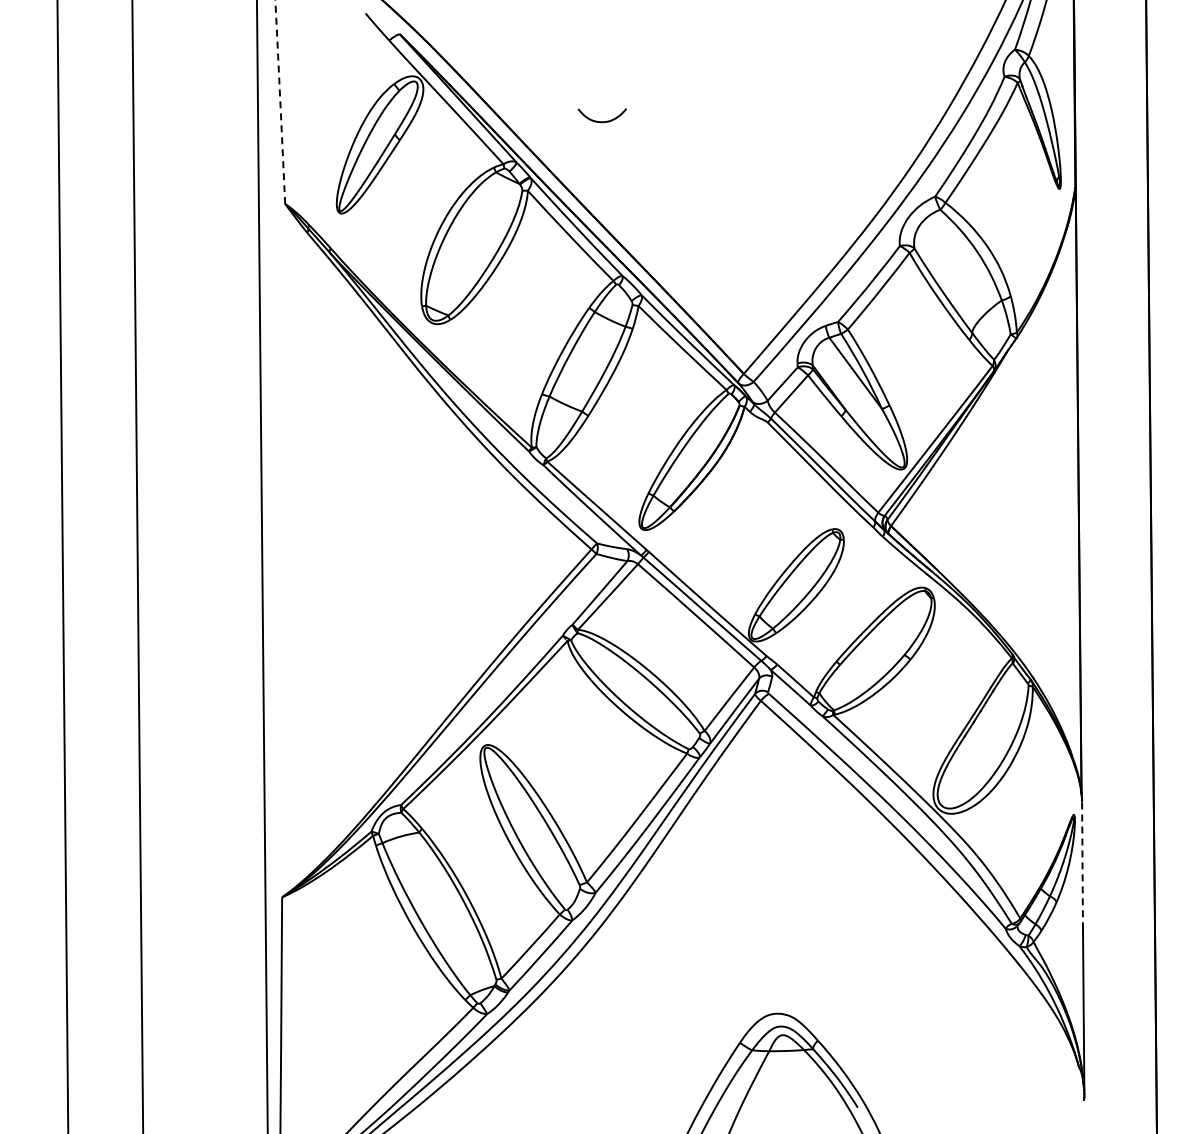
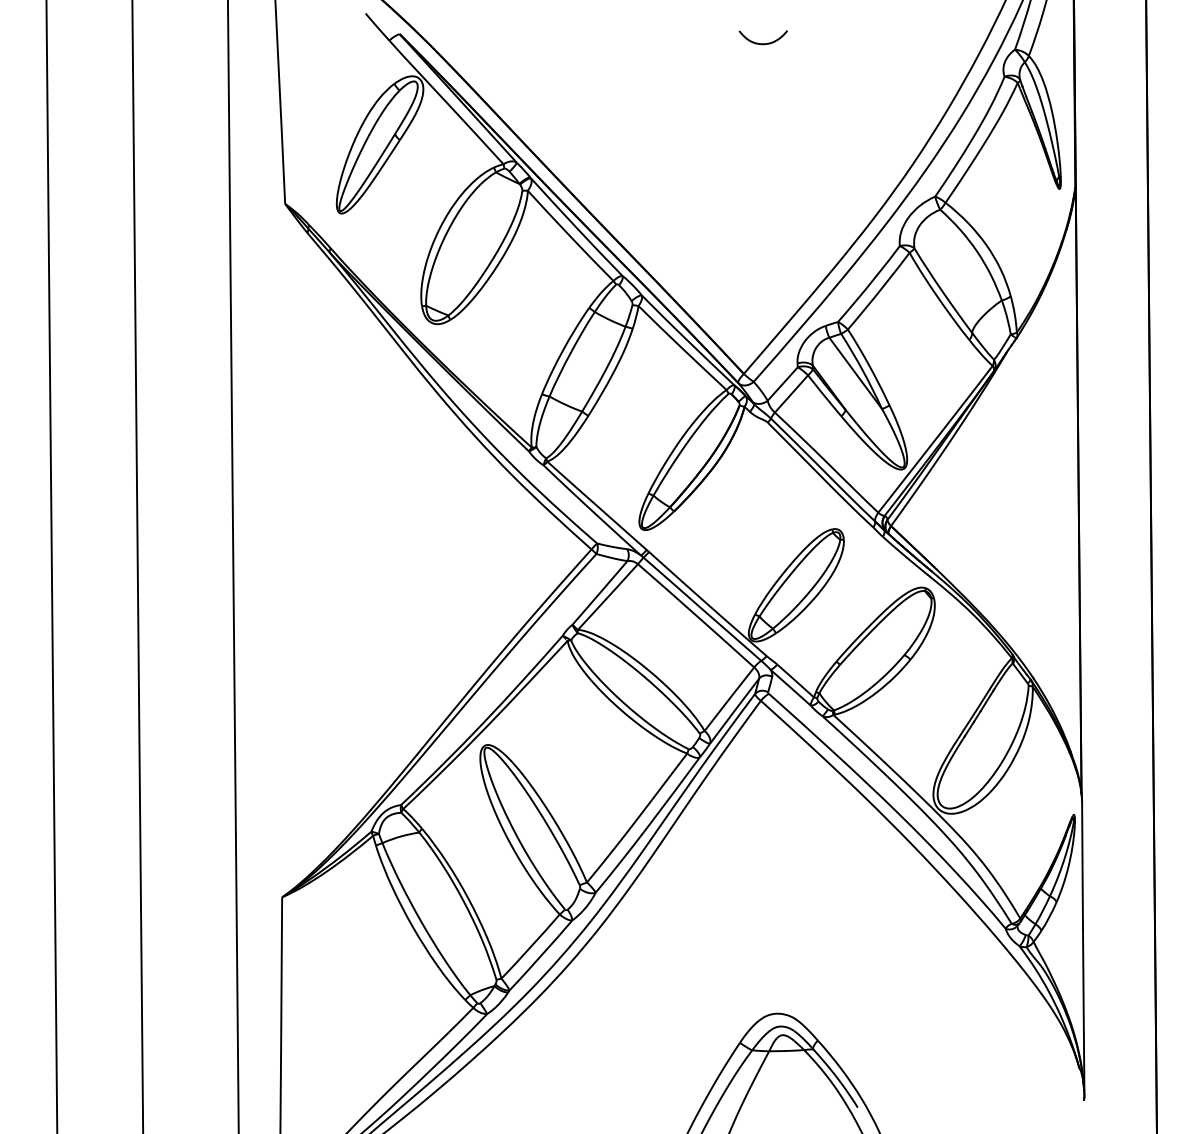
arc at (280, 102): dashed -> solid
curve at (601, 121) position: (601, 121) -> (762, 43)
line at (62, 566) position: (62, 566) -> (51, 566)
line at (261, 566) position: (261, 566) -> (232, 566)
line at (1082, 865): dashed -> solid
